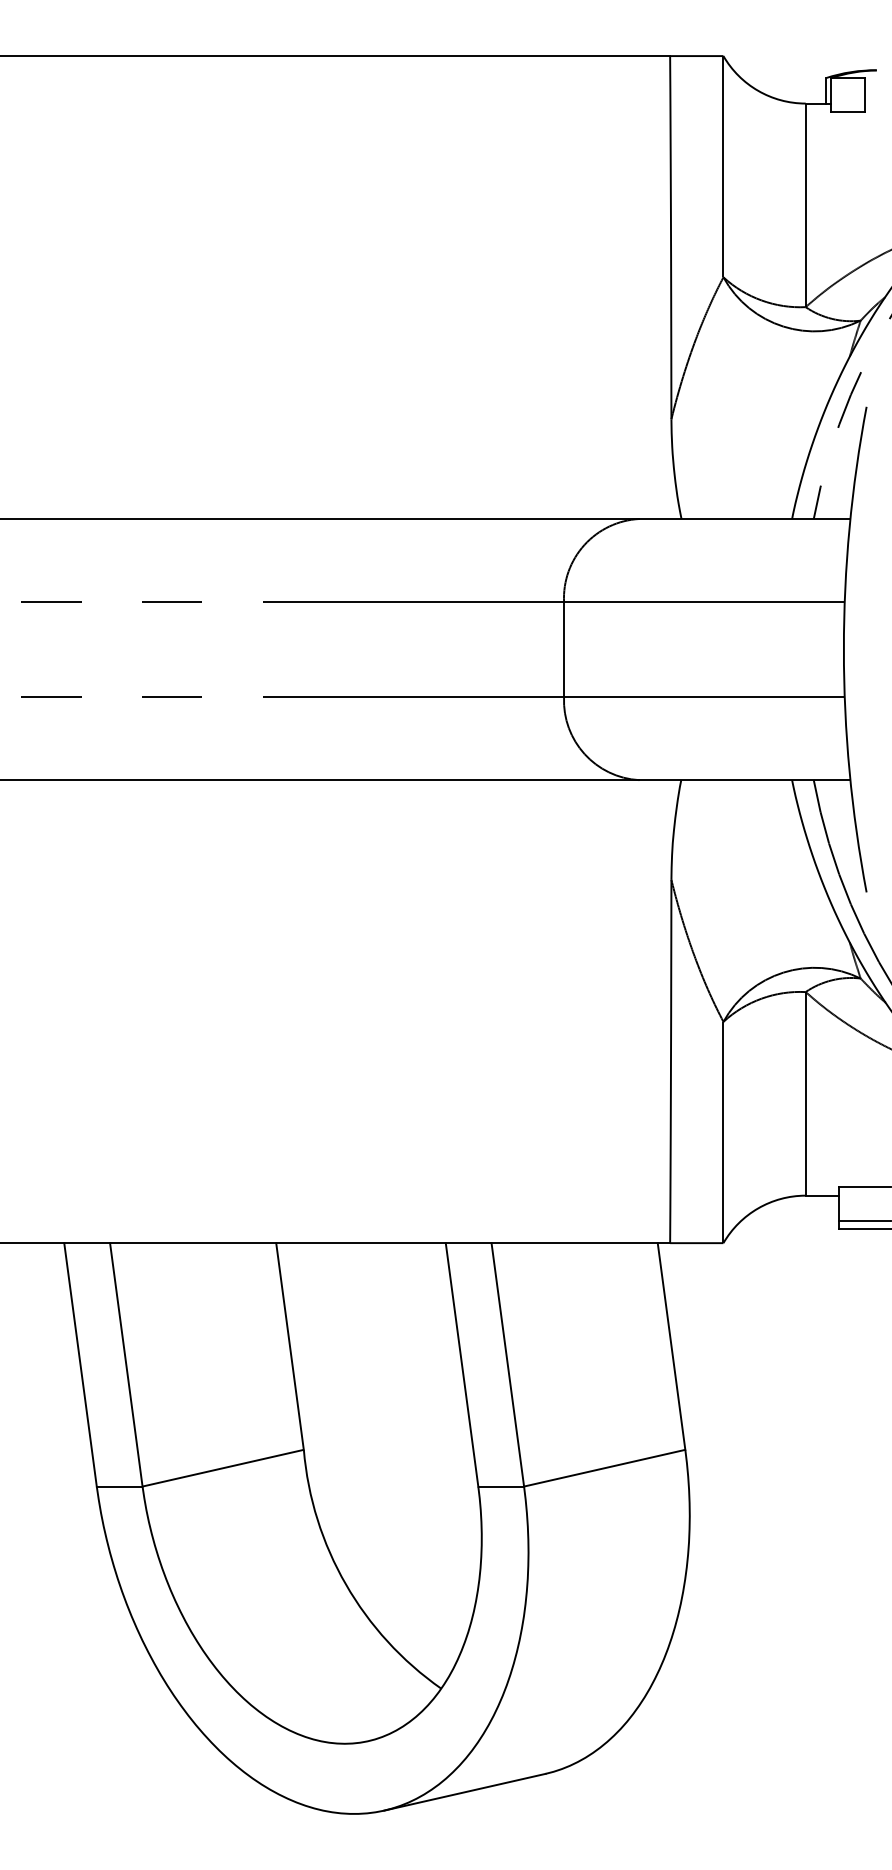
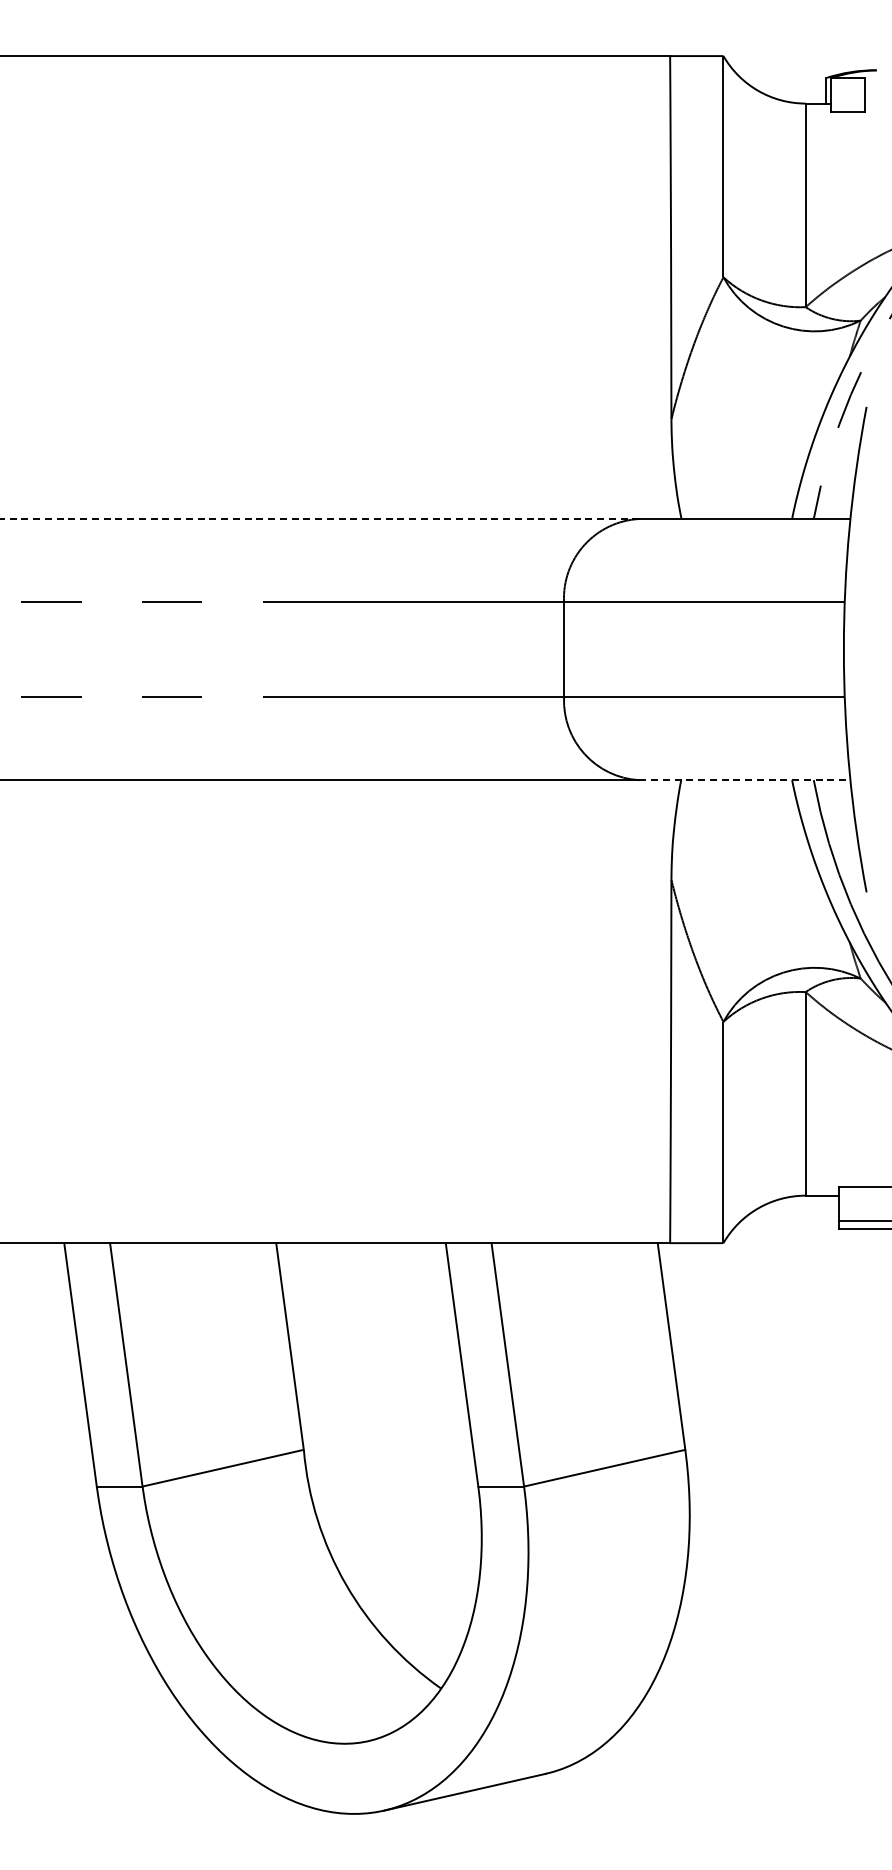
line at (319, 519): solid -> dashed
line at (744, 780): solid -> dashed
